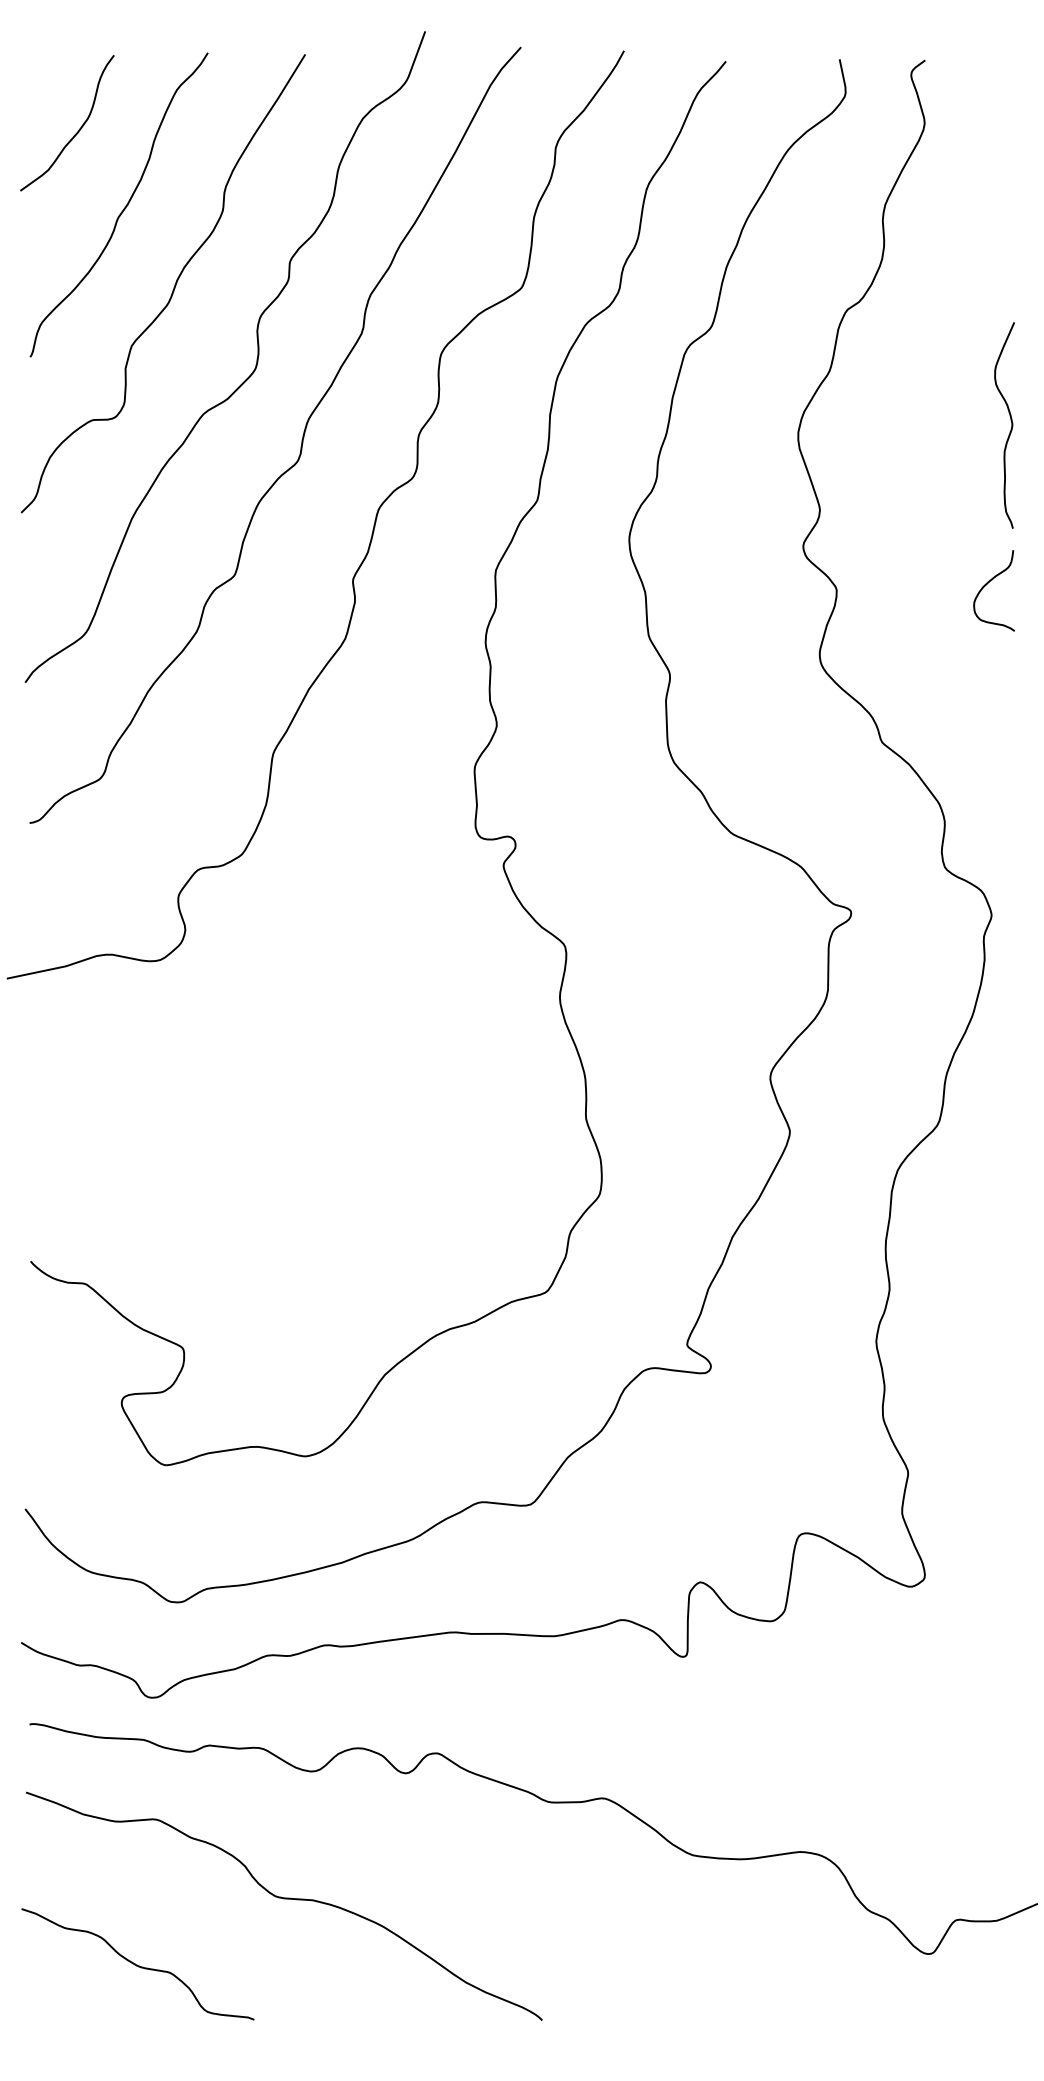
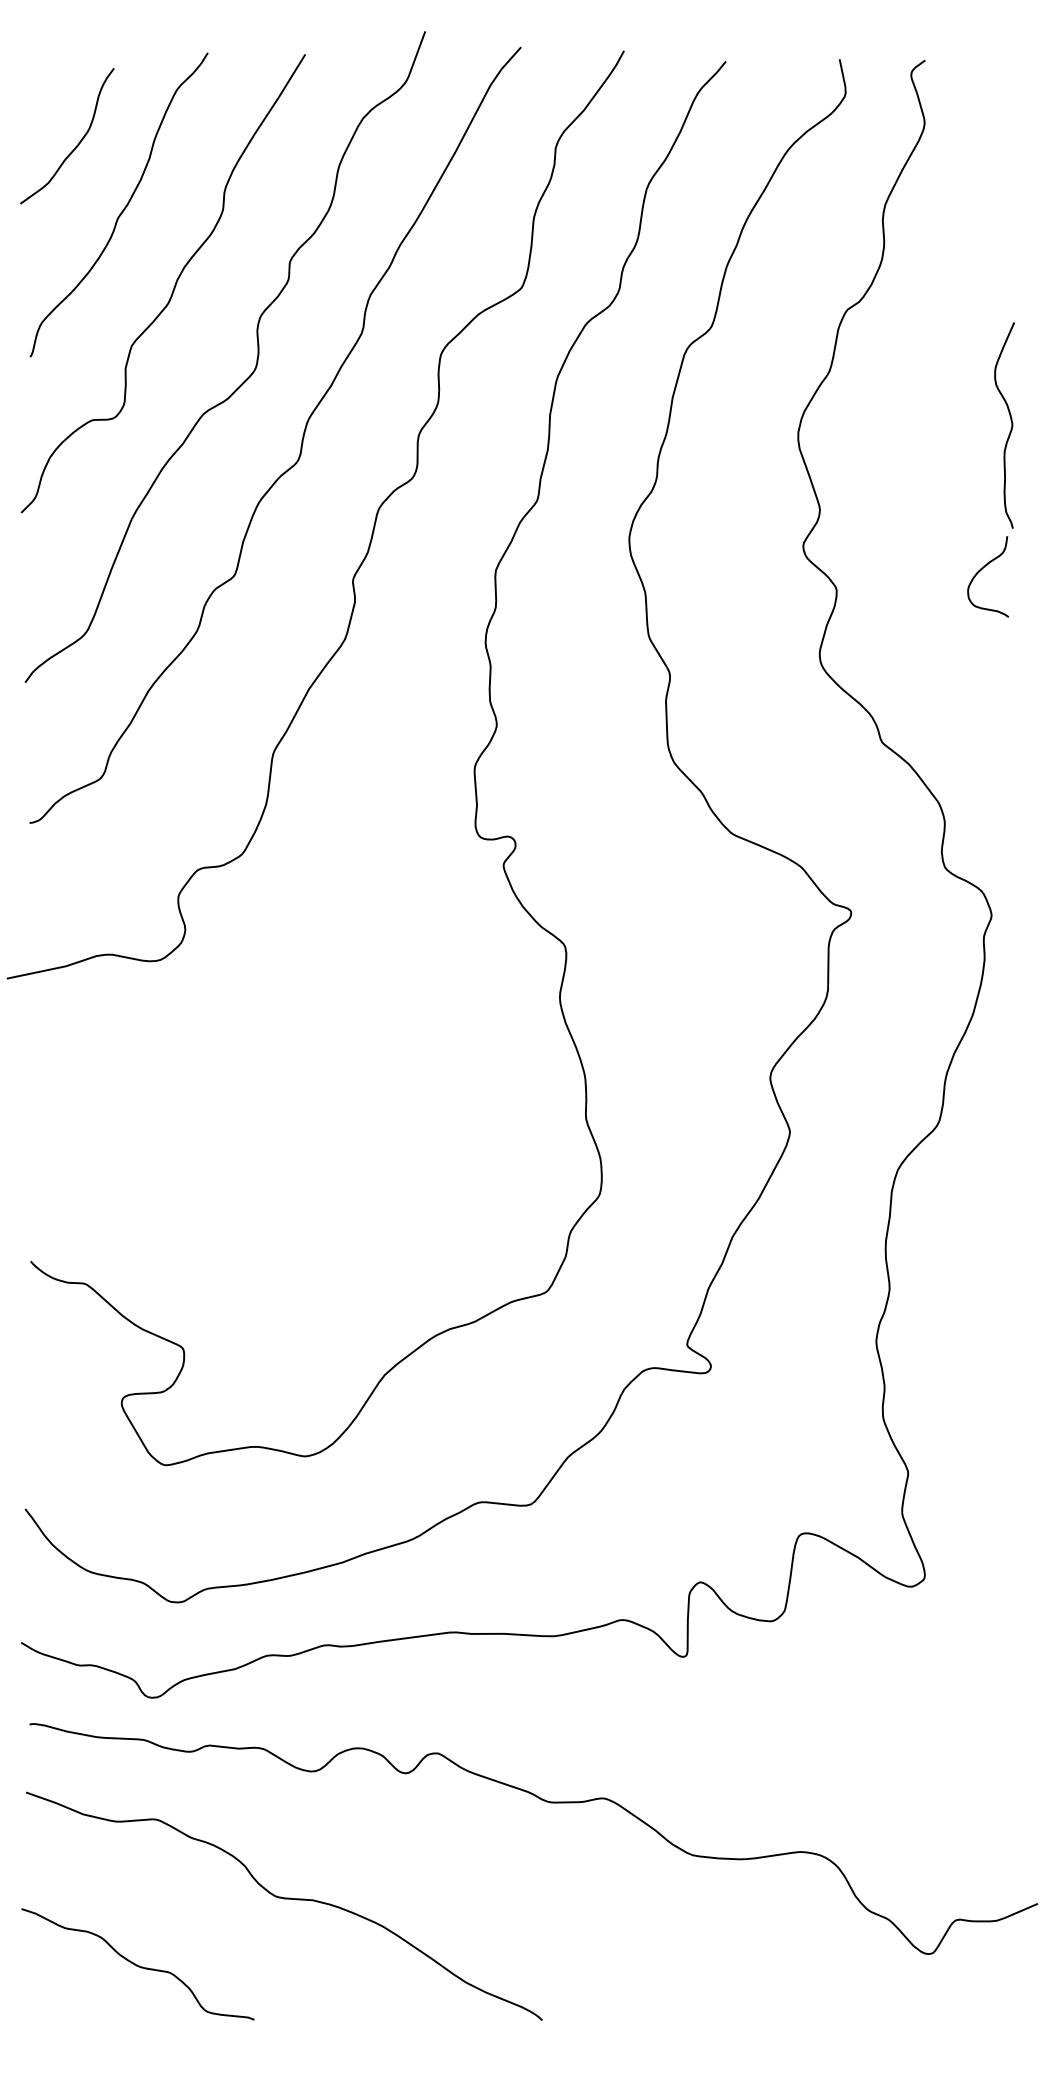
curve at (78, 129) position: (78, 129) -> (78, 142)
curve at (988, 583) position: (988, 583) -> (982, 569)
